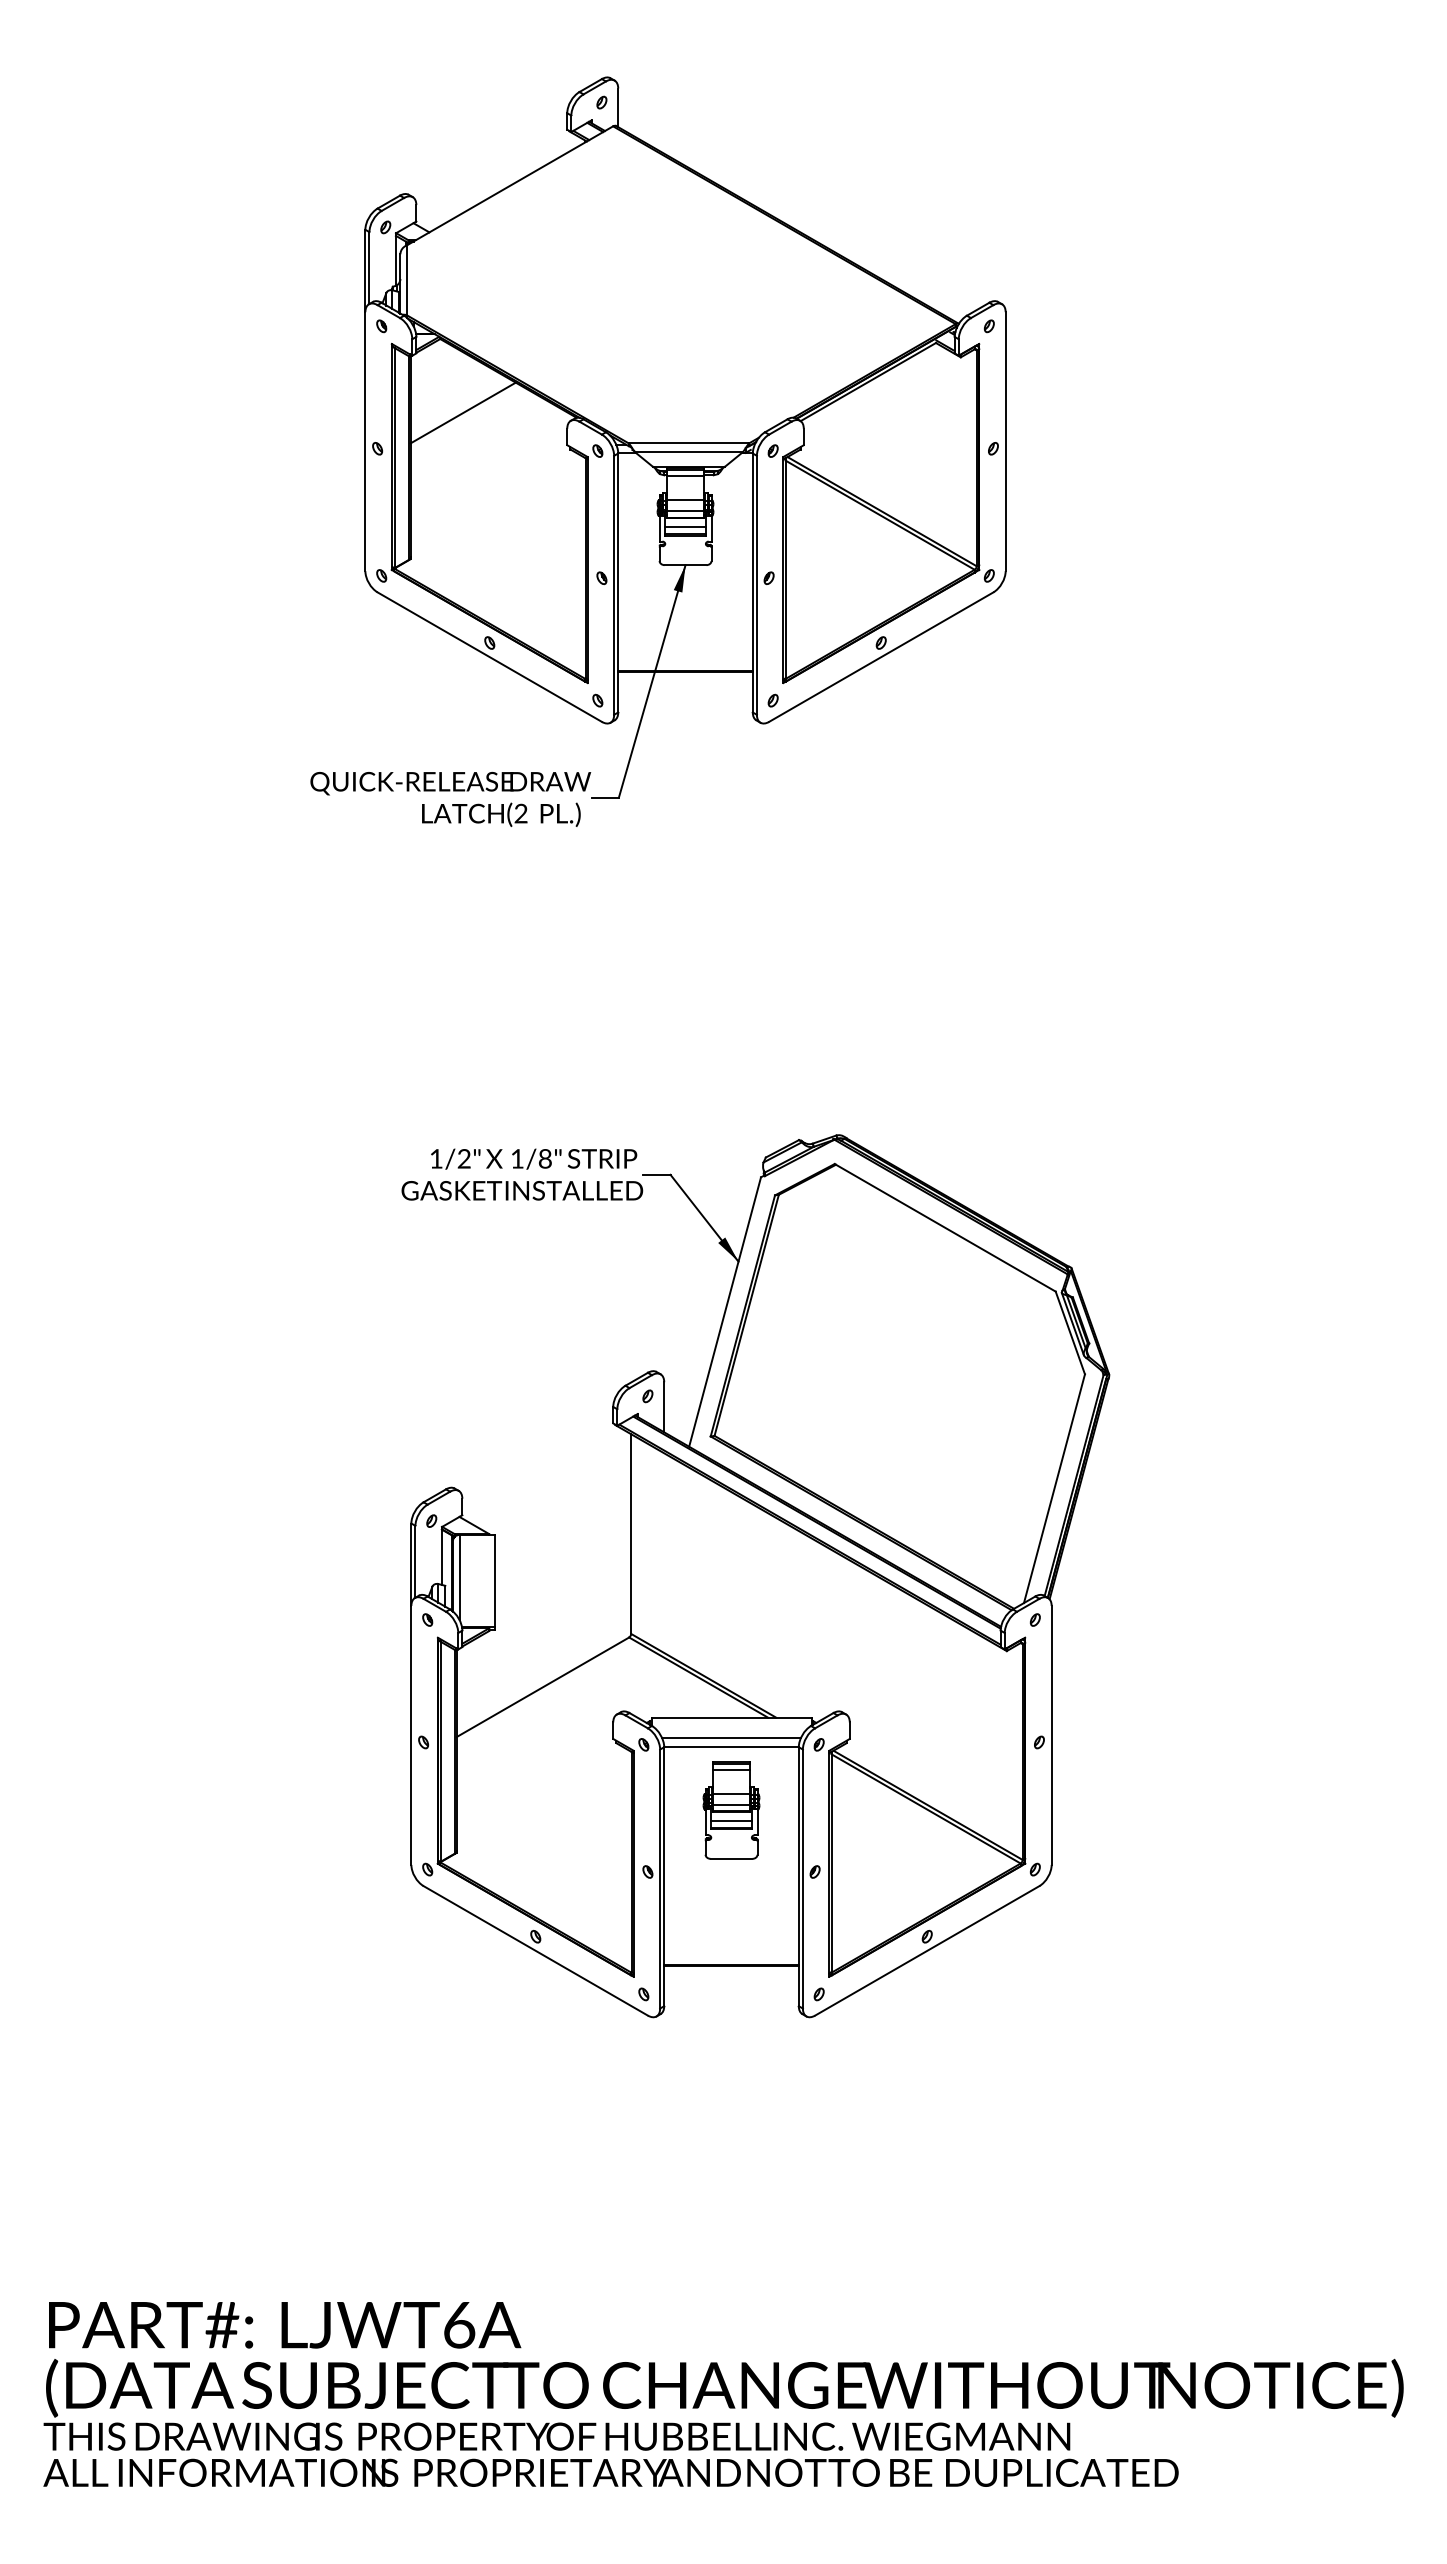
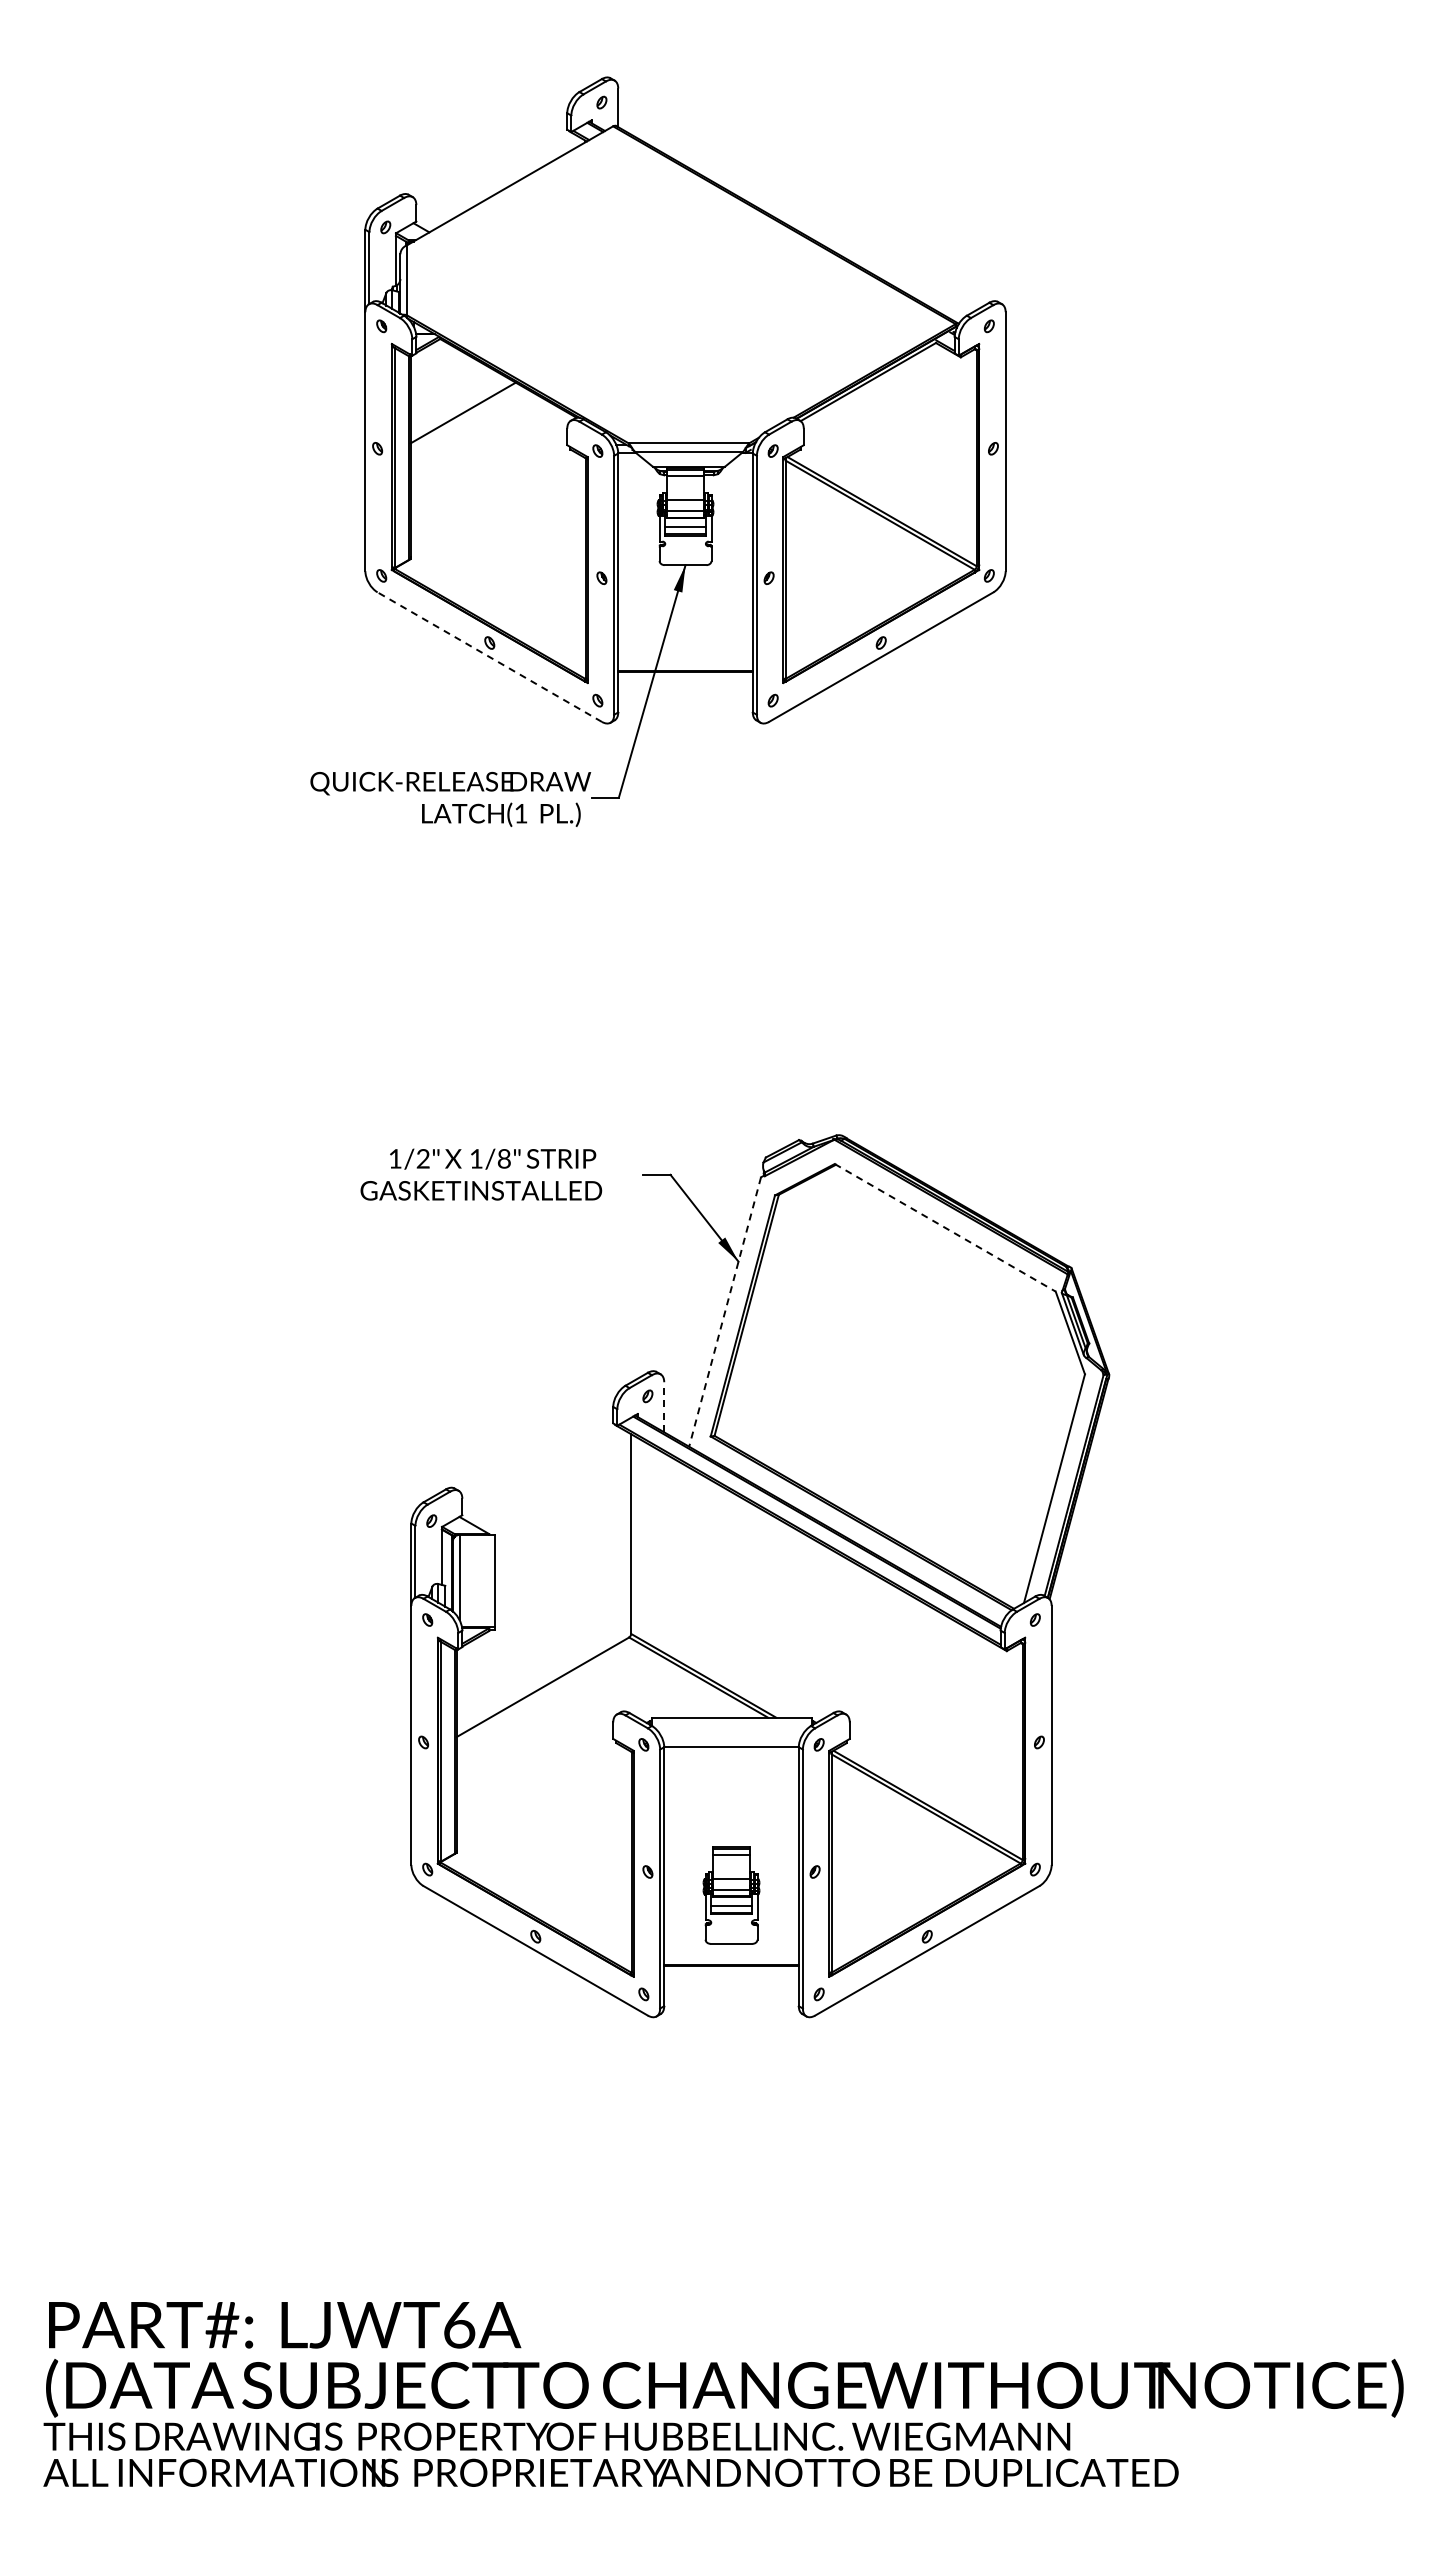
line at (489, 657): solid -> dashed
text at (520, 813): (2 -> (1
text at (522, 1174) position: (522, 1174) -> (481, 1174)
line at (945, 1227): solid -> dashed
line at (724, 1312): solid -> dashed
line at (664, 1406): solid -> dashed
line at (731, 1738): present -> none
part at (731, 1810) position: (731, 1810) -> (731, 1895)
